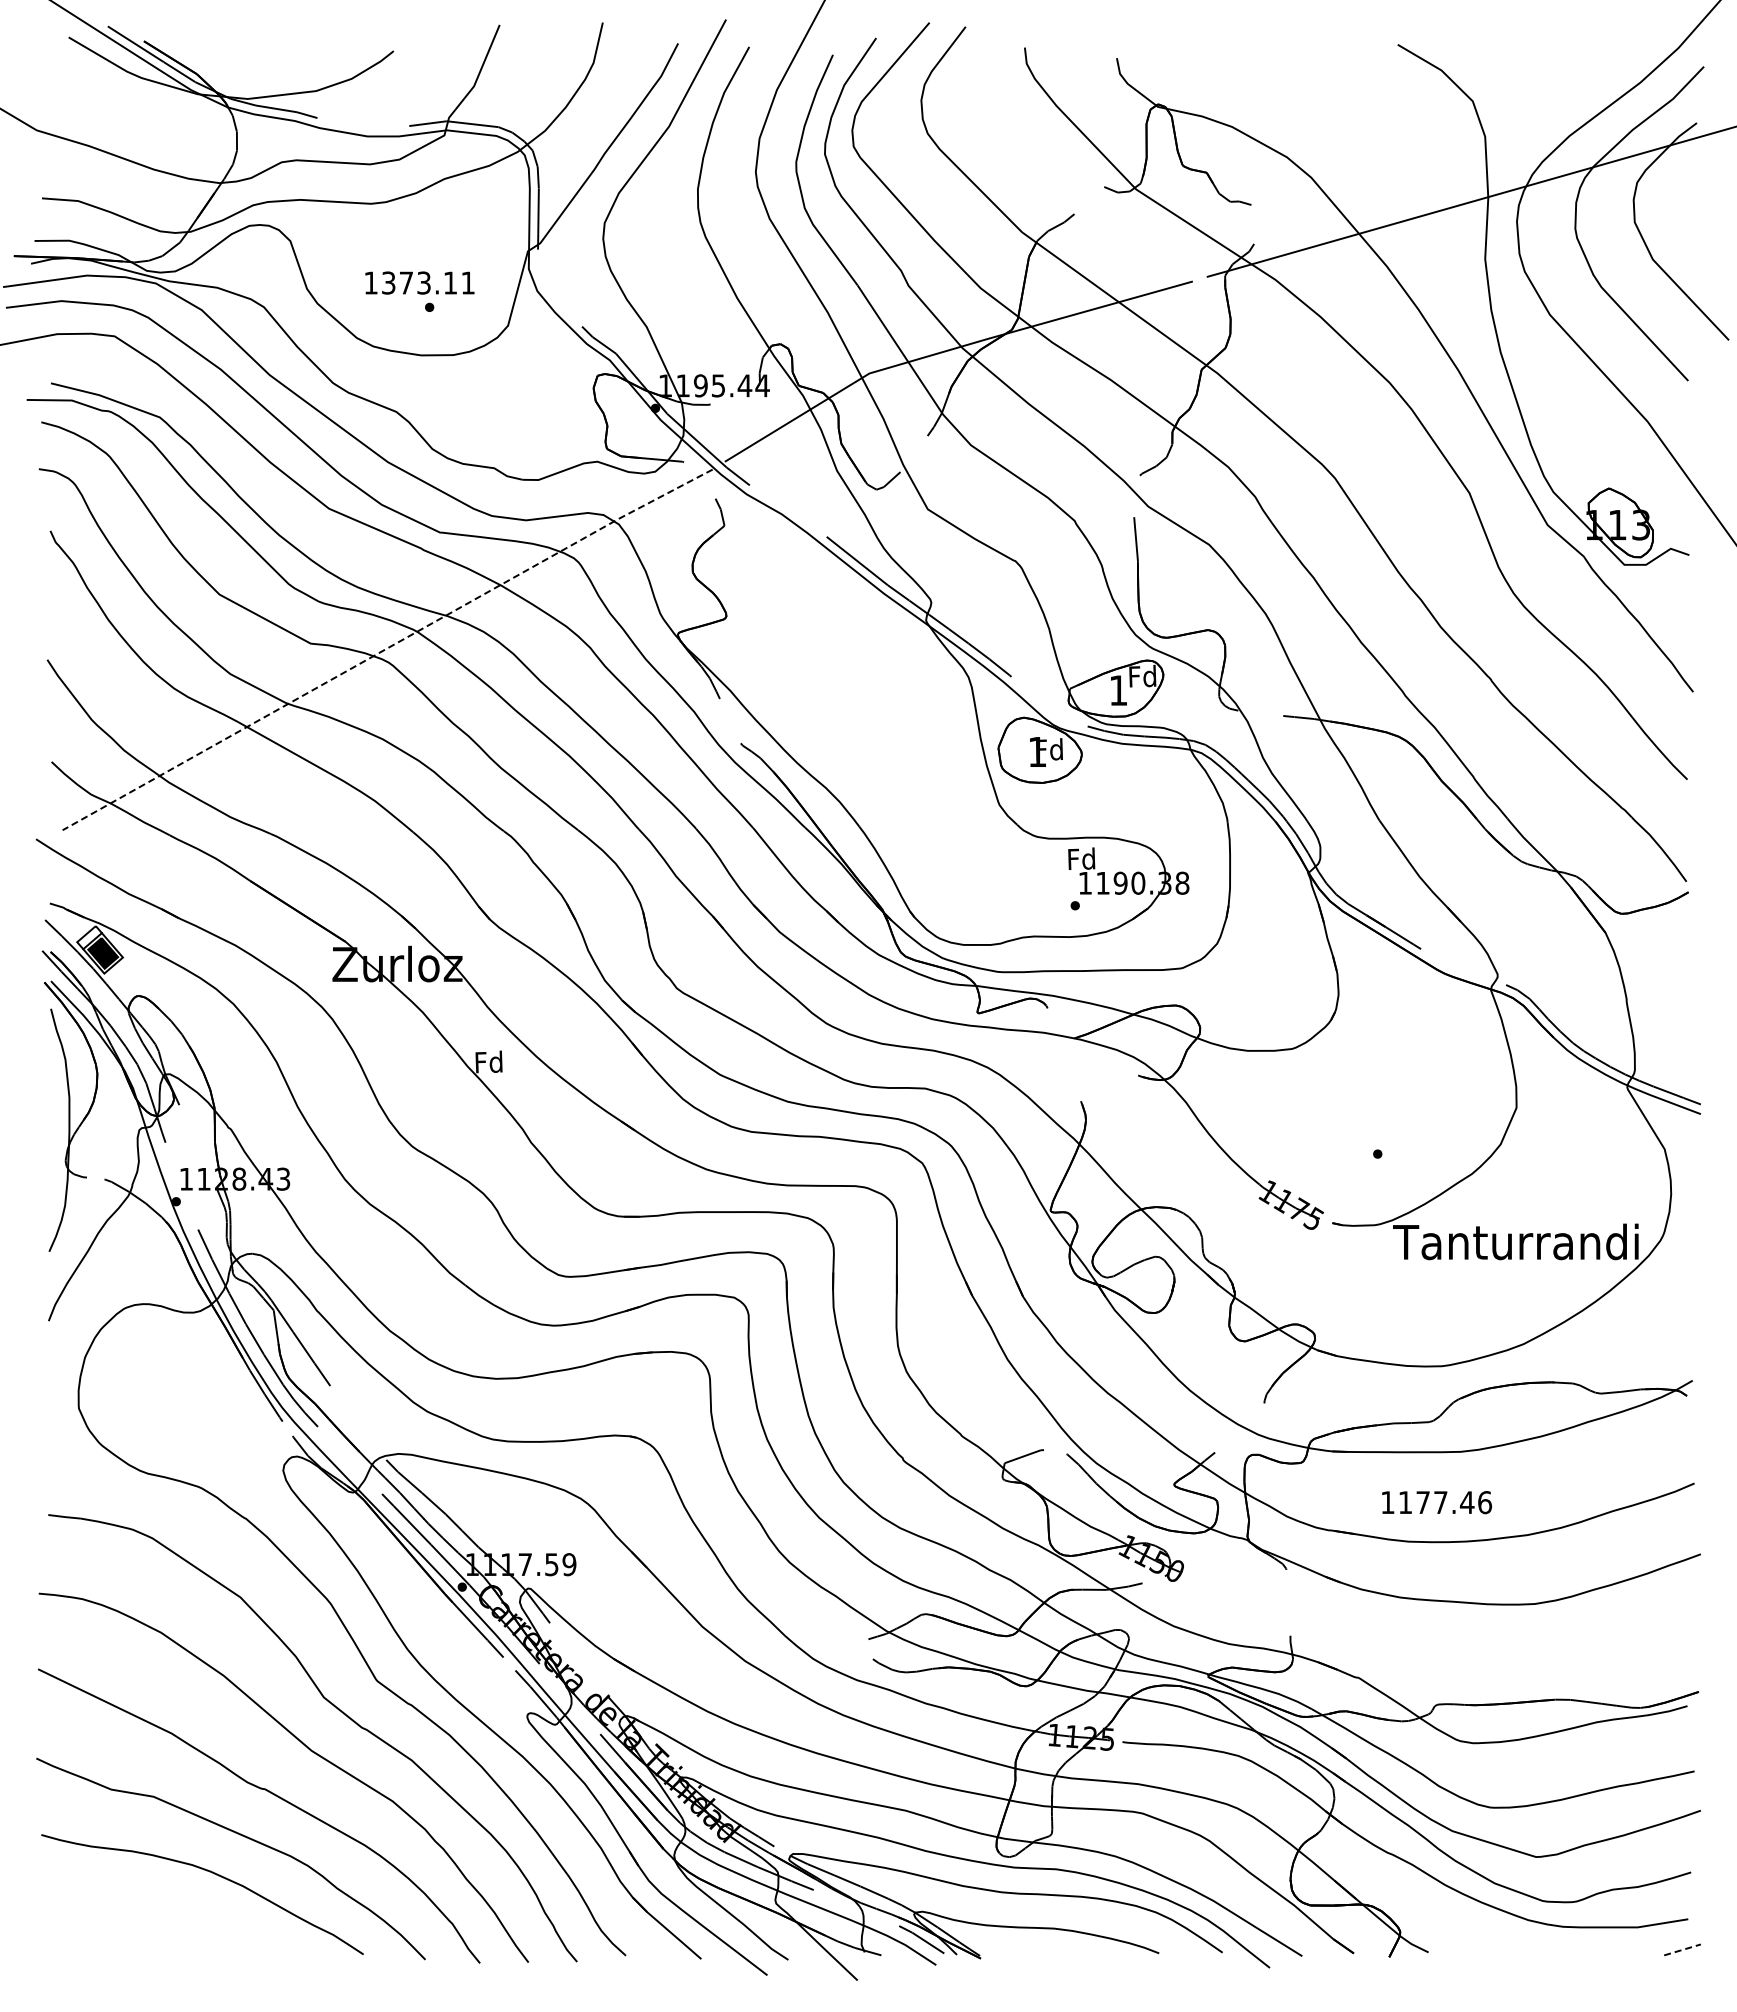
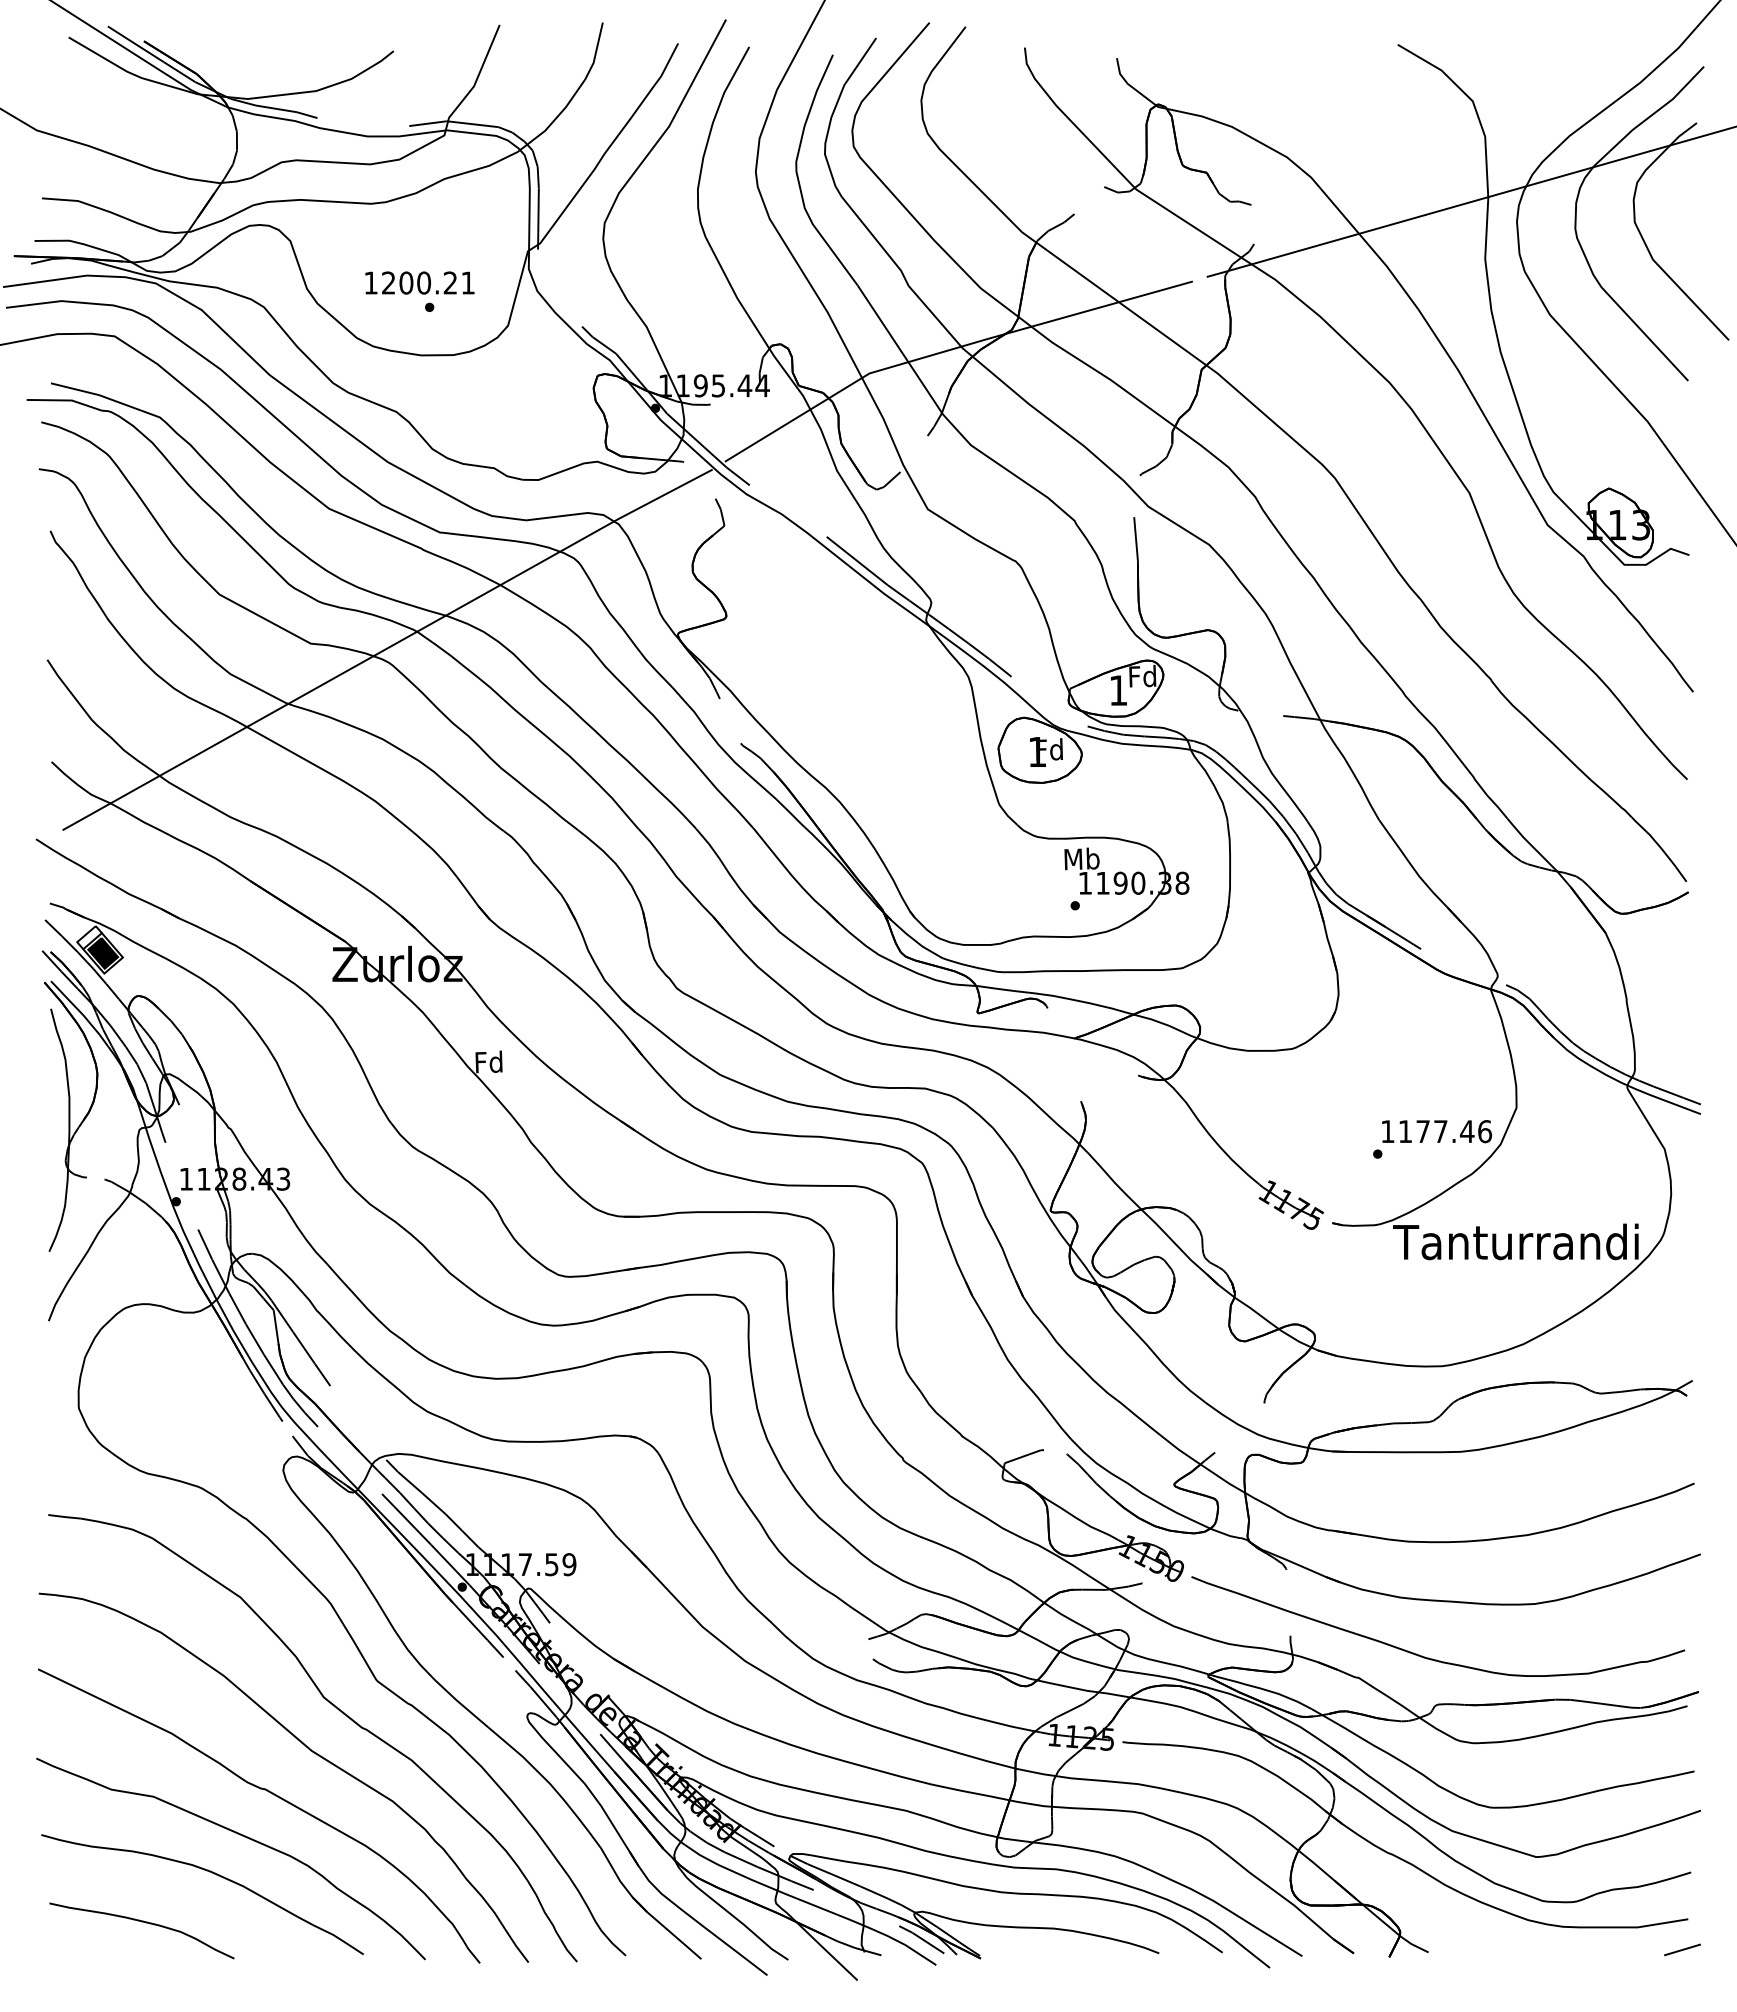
text at (419, 282): 1373.11 -> 1200.21
line at (387, 648): dashed -> solid
text at (1081, 858): Fd -> Mb
text at (1436, 1502) position: (1436, 1502) -> (1436, 1131)
curve at (1432, 1658): none -> present
curve at (141, 1922): none -> present
line at (1683, 1949): dashed -> solid
